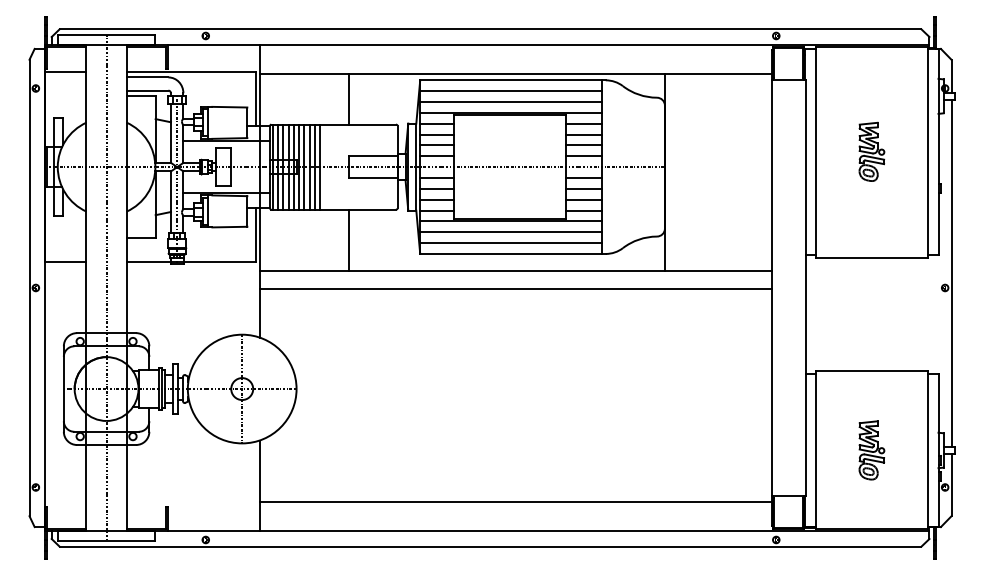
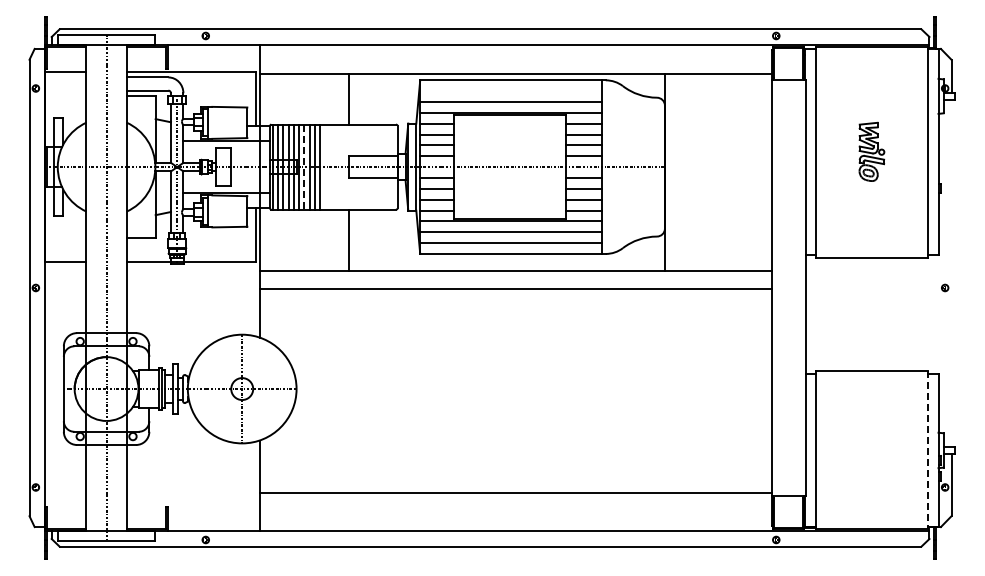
line at (510, 91): present -> none
line at (304, 167): solid -> dashed
line at (951, 273): present -> none
part at (871, 450): present -> none
line at (927, 450): solid -> dashed
line at (515, 501) position: (515, 501) -> (515, 492)
